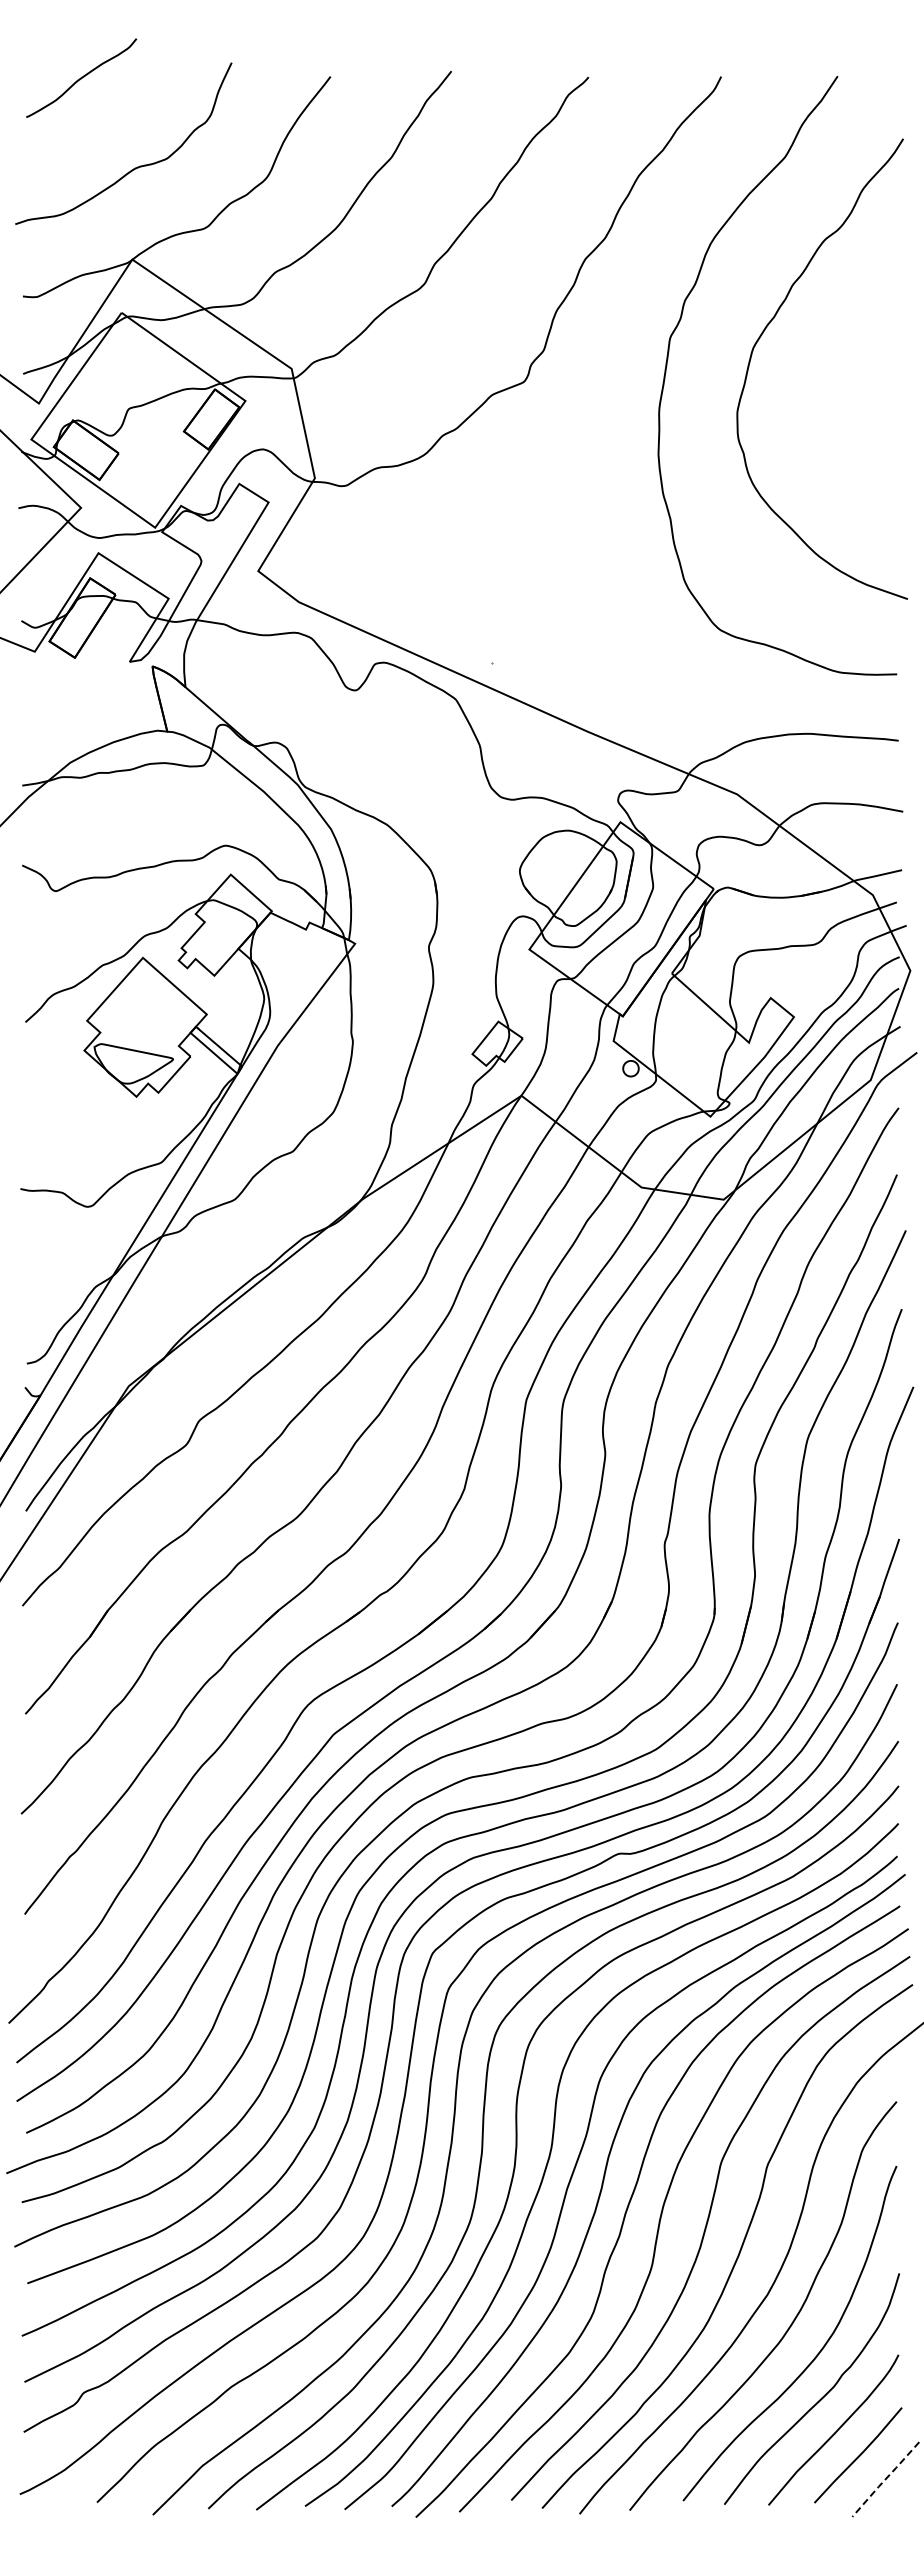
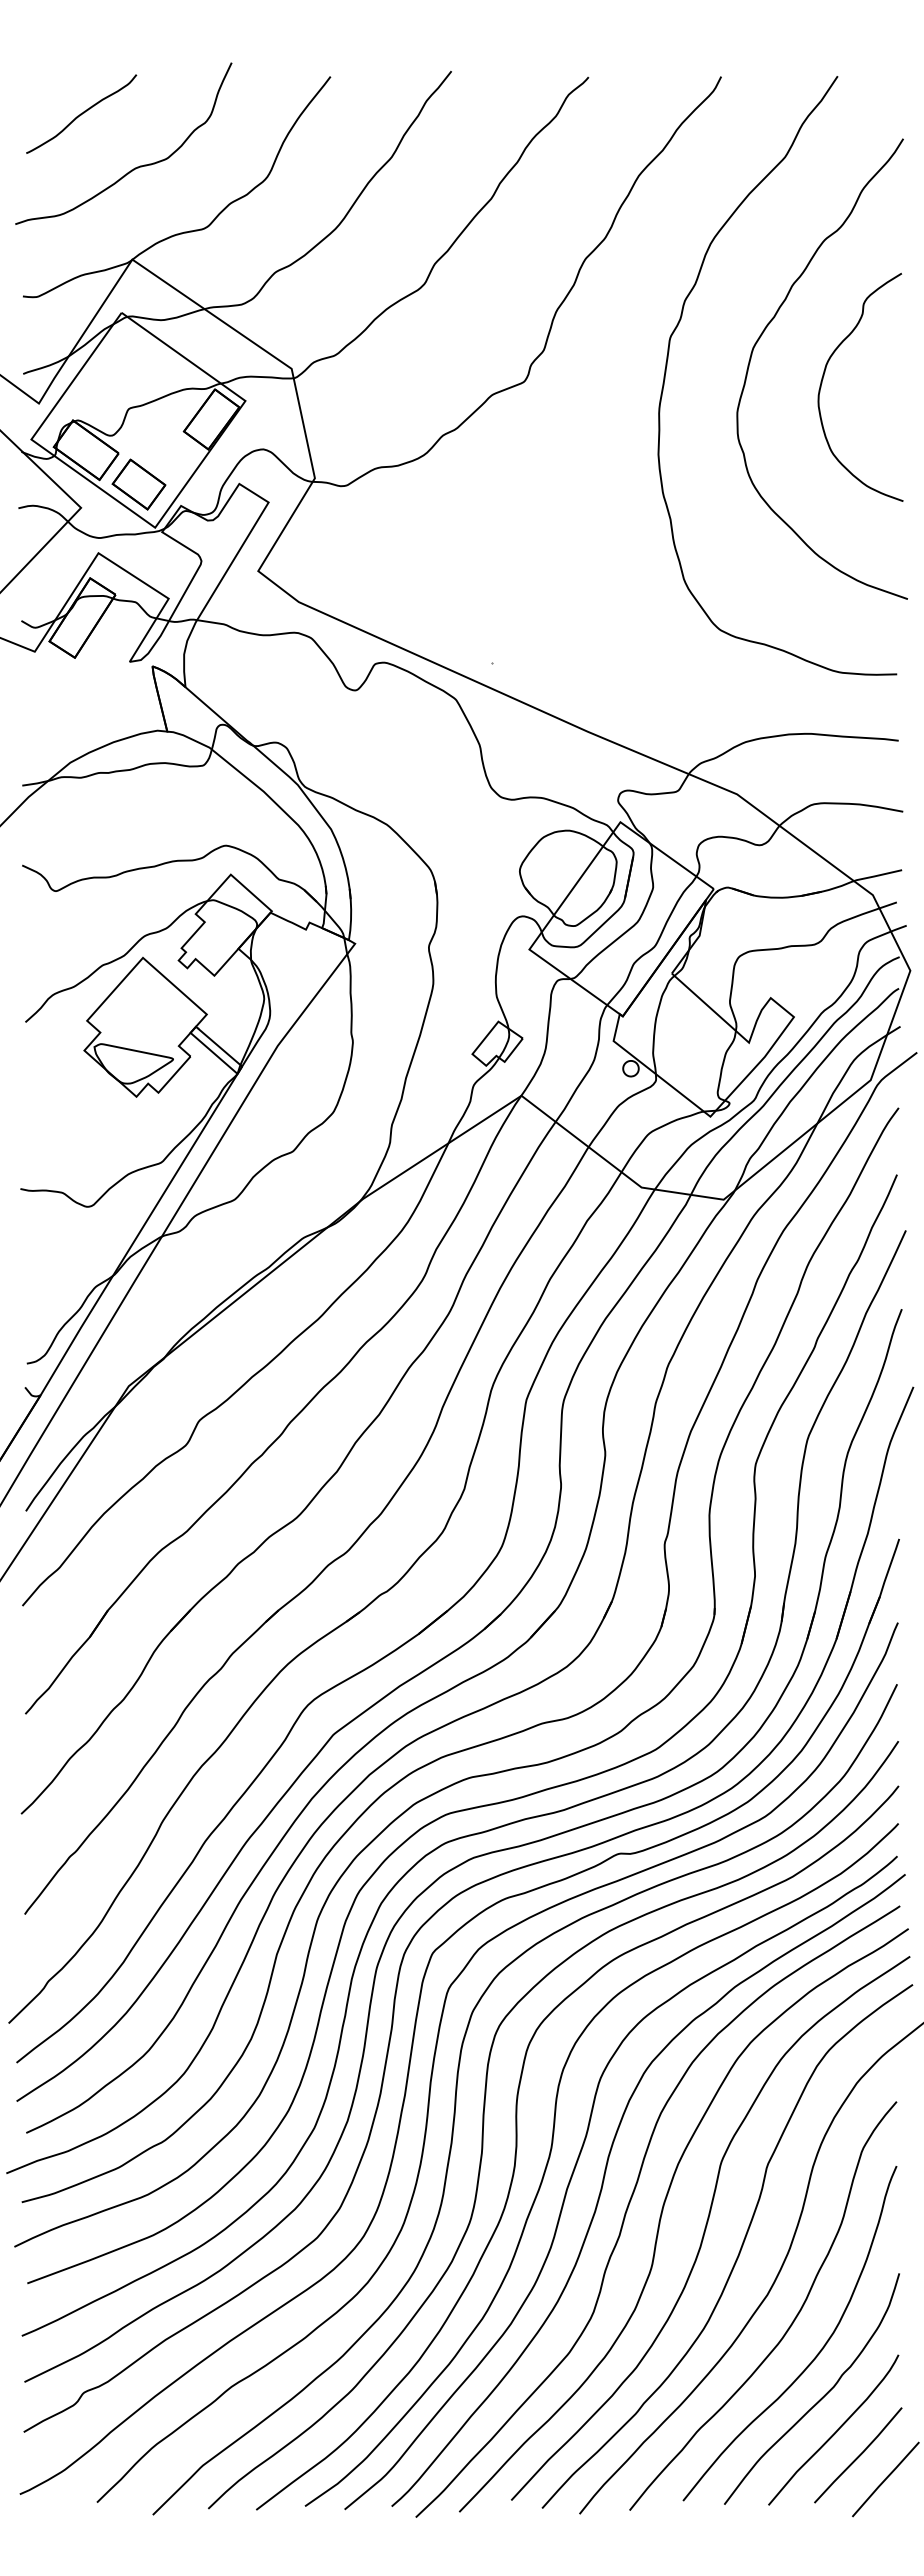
curve at (81, 77) position: (81, 77) -> (81, 113)
curve at (824, 375): none -> present
part at (138, 484): none -> present
line at (885, 2479): dashed -> solid
